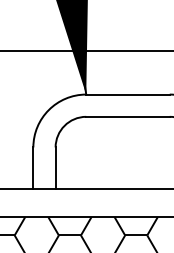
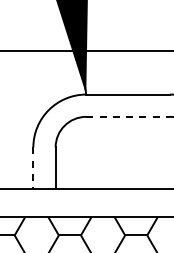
line at (127, 116): solid -> dashed
line at (33, 168): solid -> dashed
